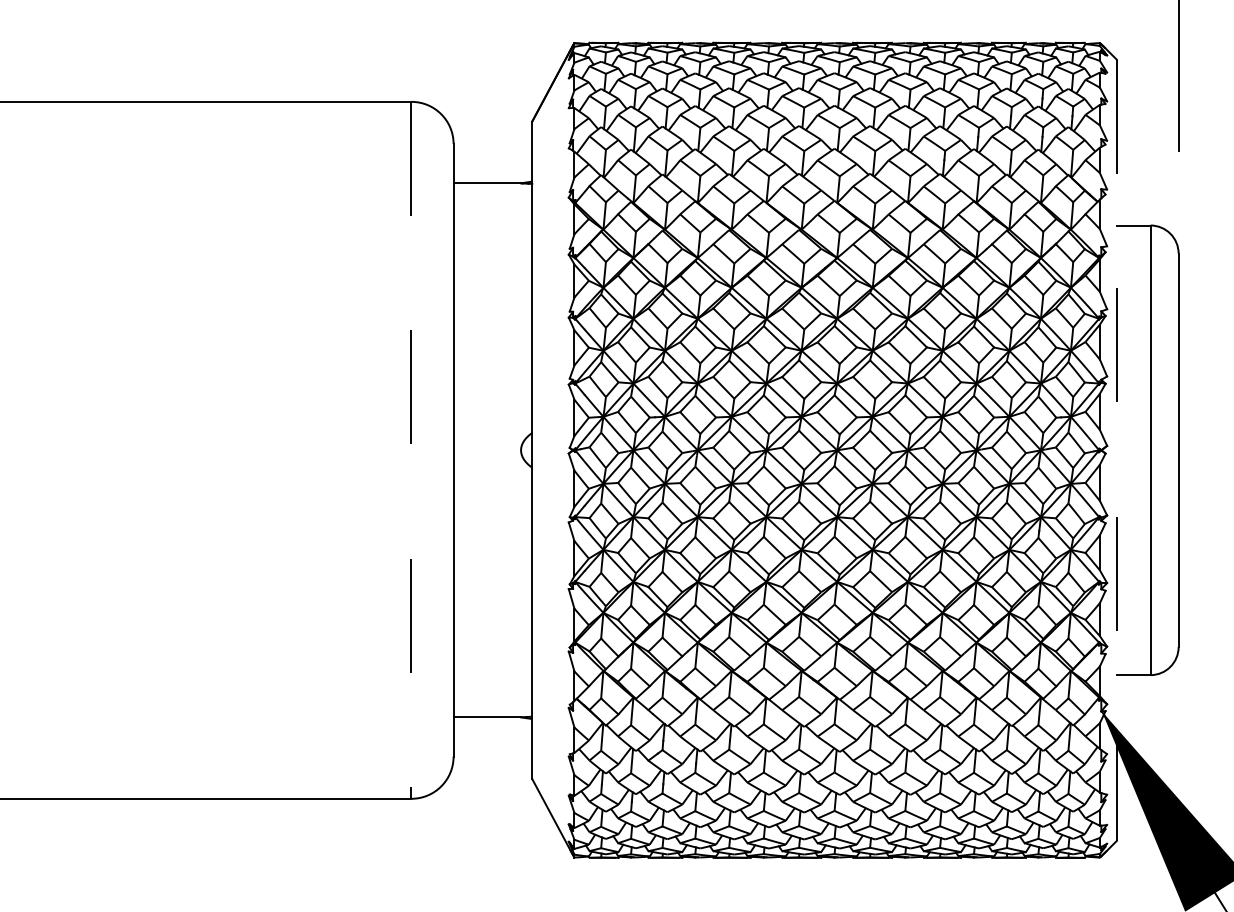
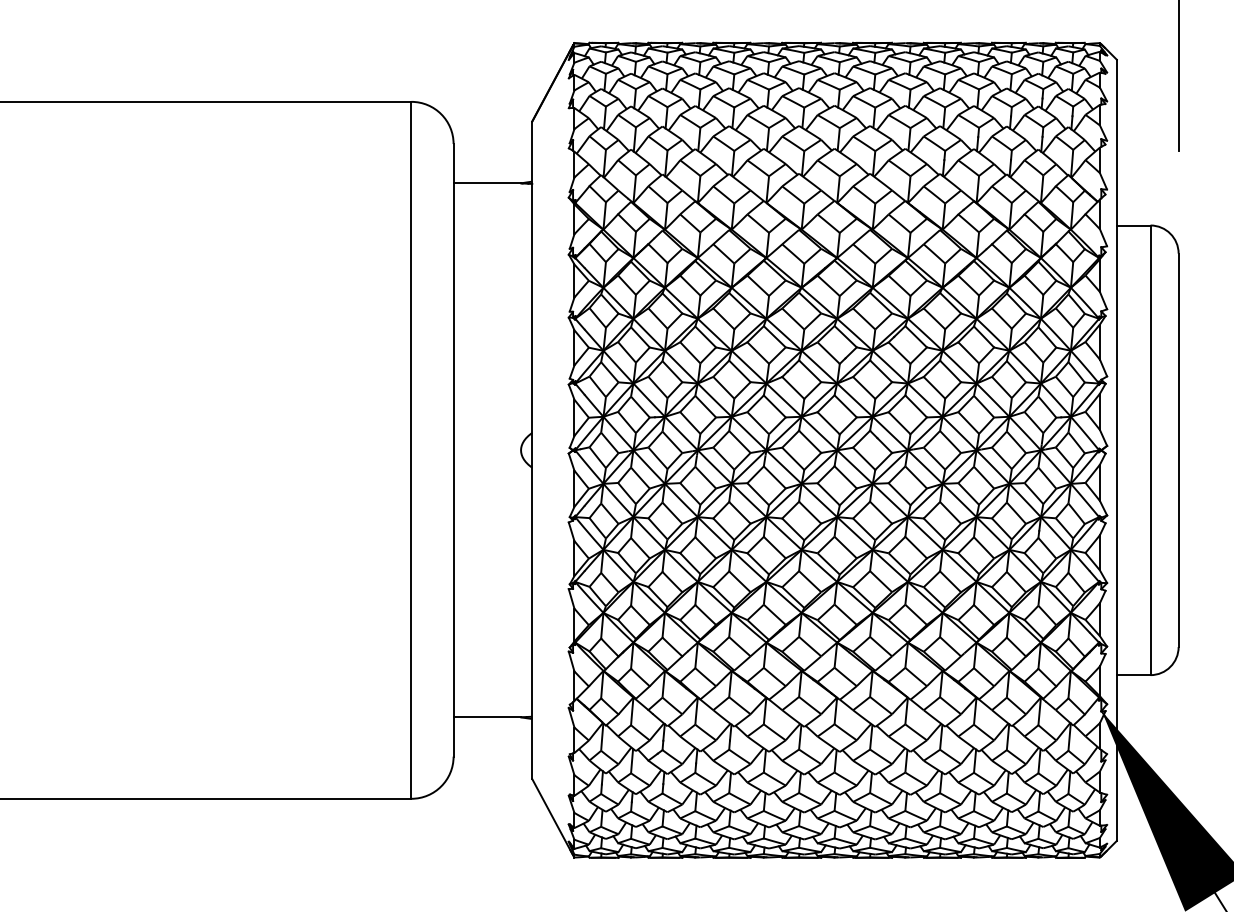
line at (411, 450): dashed -> solid
line at (1116, 450): dashed -> solid
